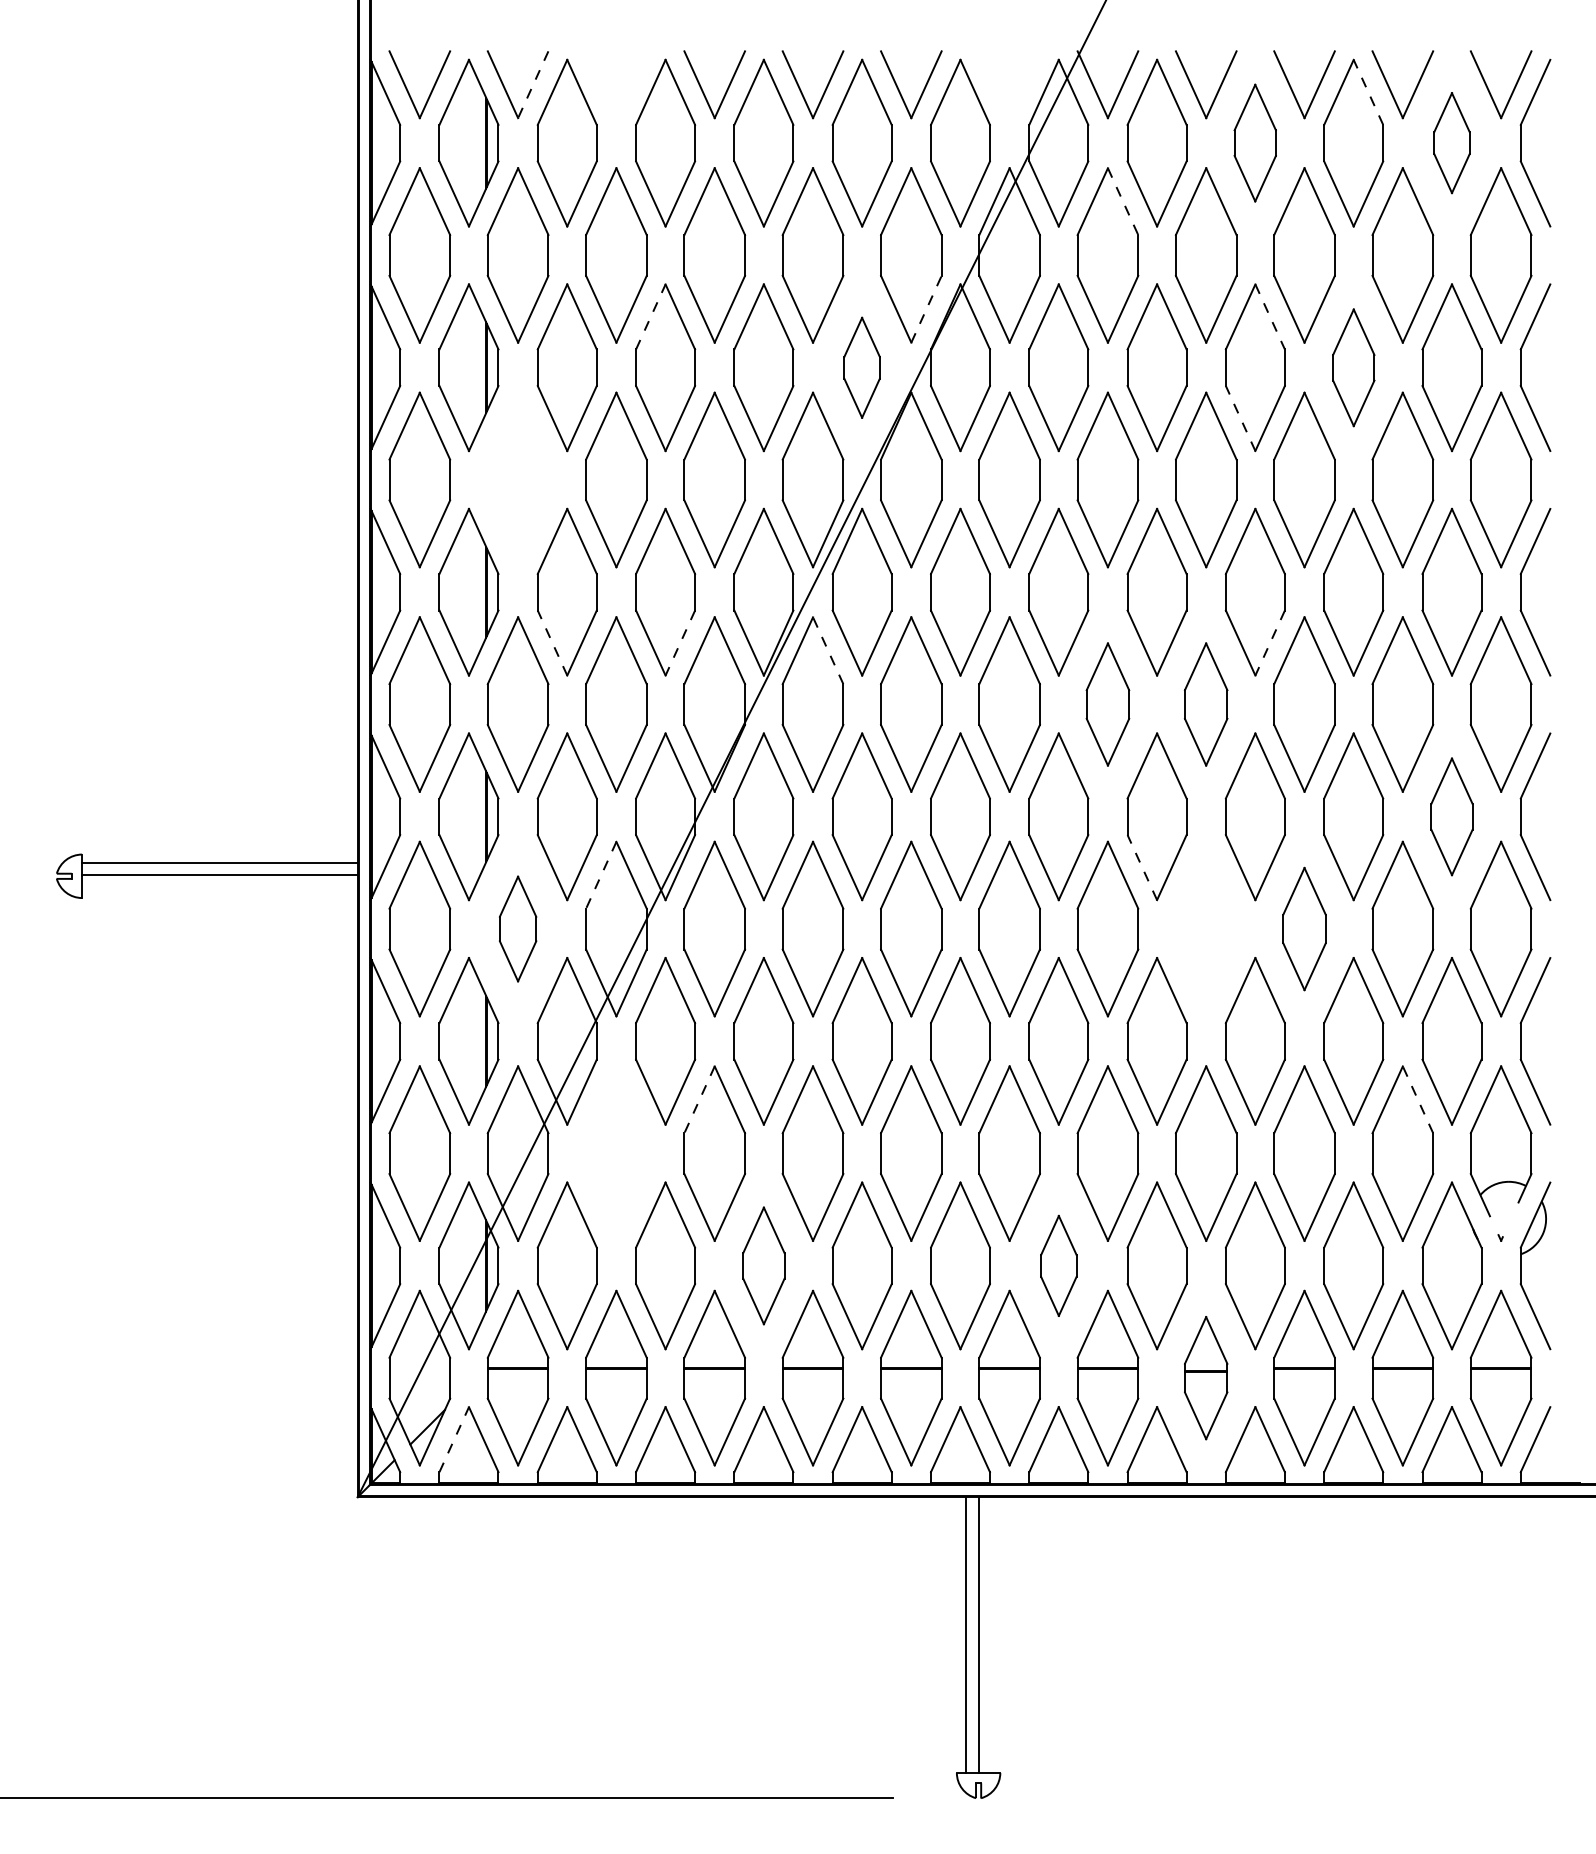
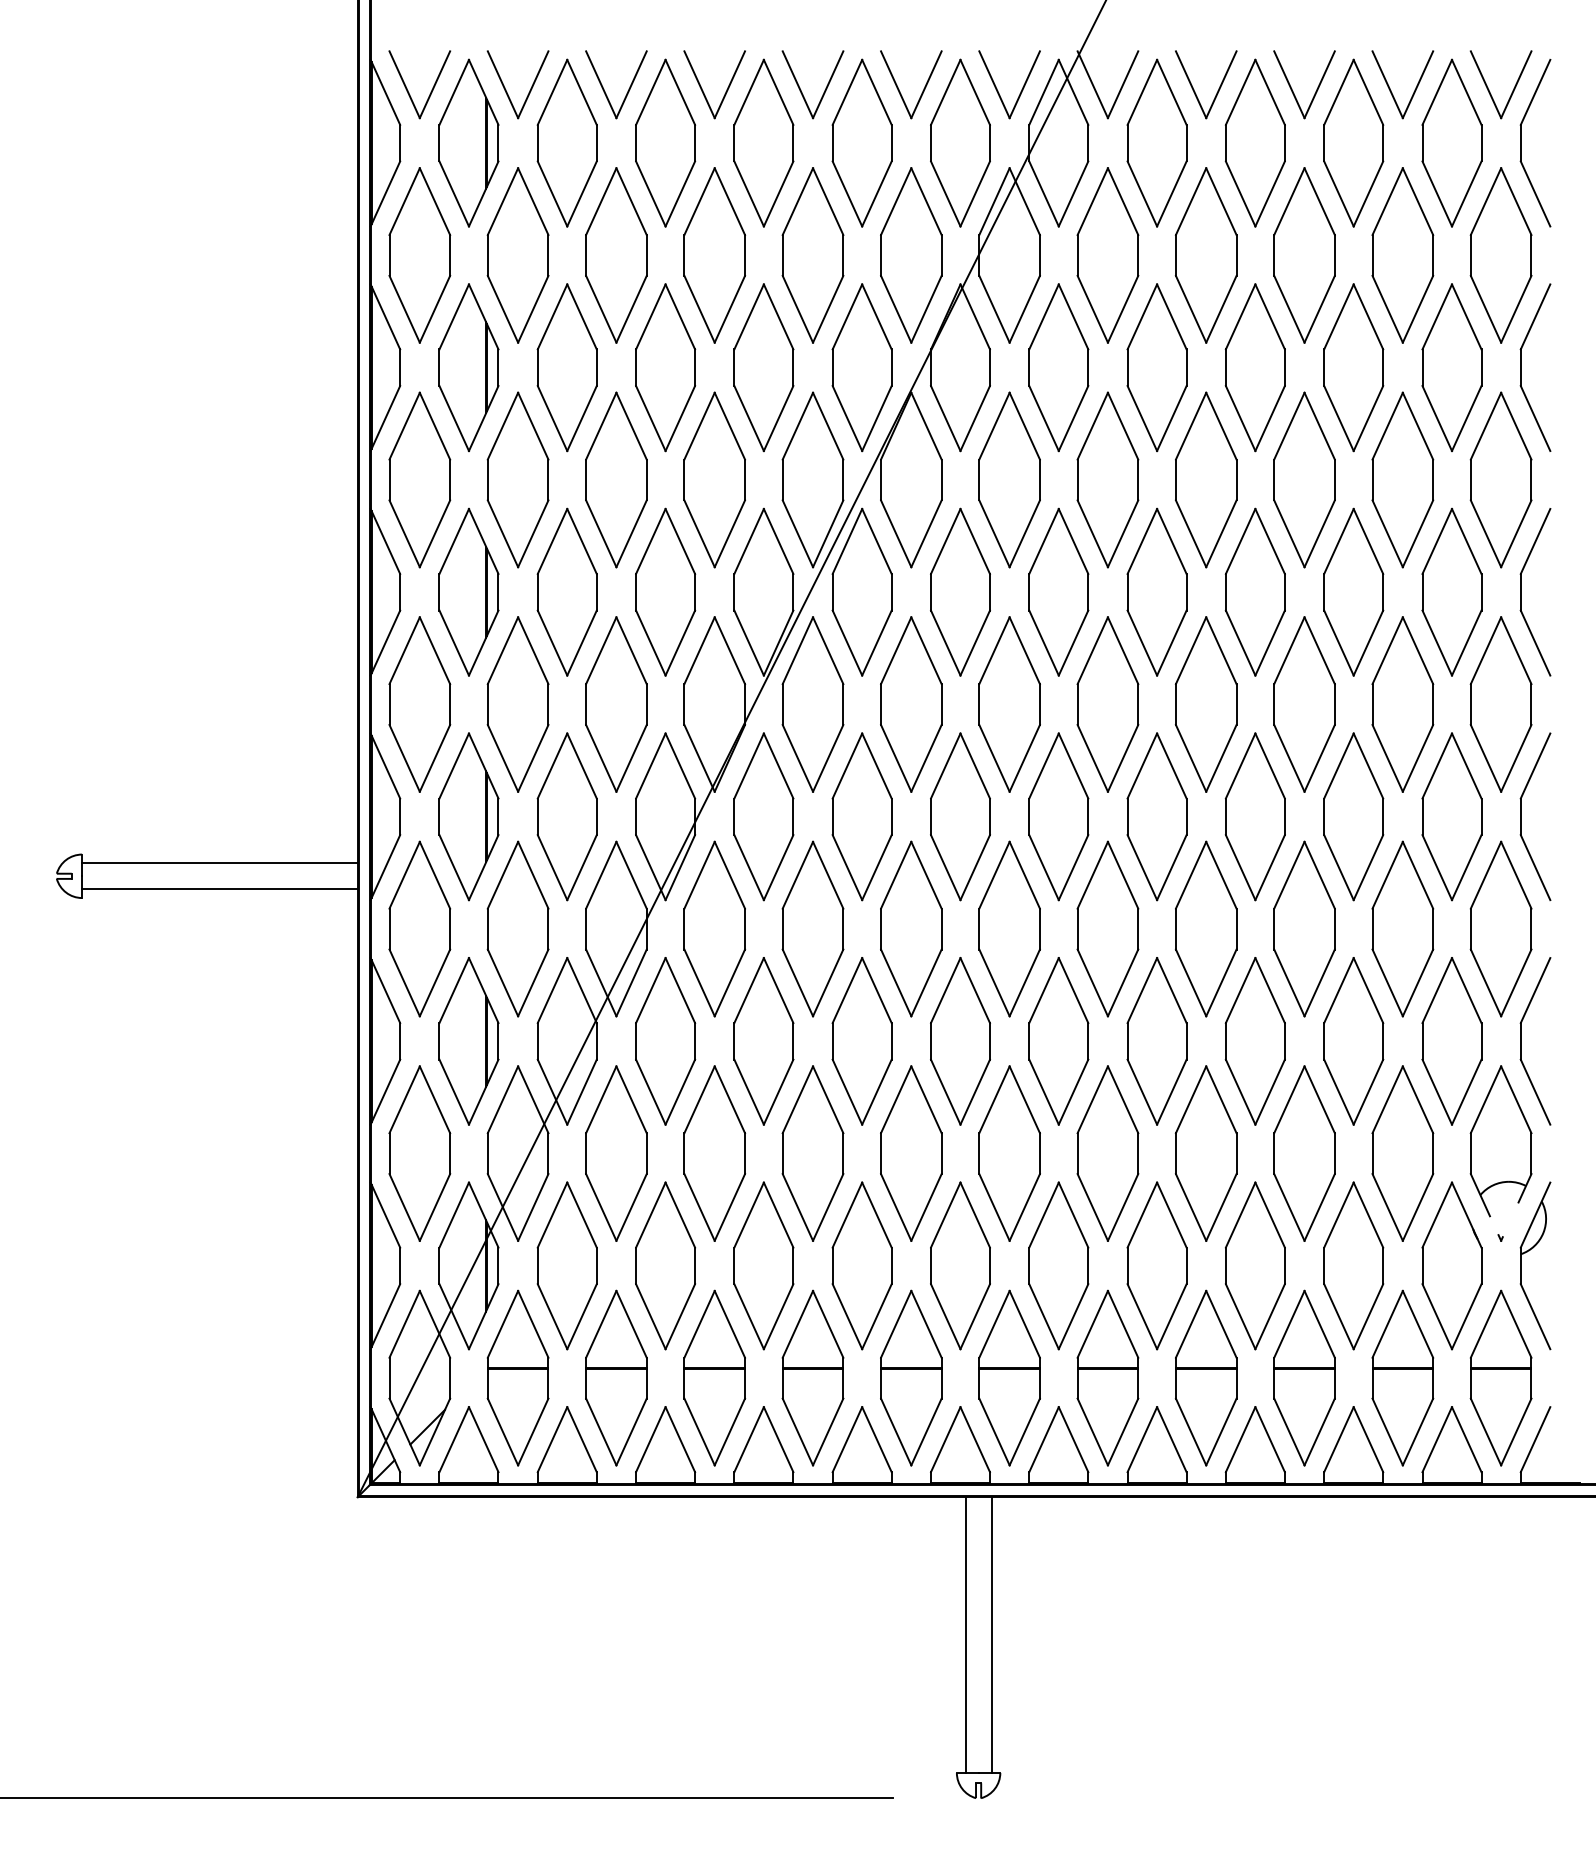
line at (533, 84): dashed -> solid
part at (628, 88): none -> present
part at (998, 90): none -> present
line at (1368, 92): dashed -> solid
part at (1254, 142) size: 44x120 px -> 62x170 px
part at (1451, 143) size: 38x103 px -> 62x170 px
line at (1123, 201): dashed -> solid
line at (926, 309): dashed -> solid
line at (650, 316): dashed -> solid
line at (1270, 316): dashed -> solid
part at (861, 367) size: 38x103 px -> 62x170 px
part at (1353, 367) size: 44x120 px -> 62x170 px
line at (1240, 418): dashed -> solid
part at (517, 479): none -> present
line at (552, 643): dashed -> solid
line at (680, 643): dashed -> solid
line at (1270, 643): dashed -> solid
line at (828, 650): dashed -> solid
part at (1107, 704) size: 46x125 px -> 64x177 px
part at (1205, 704) size: 46x125 px -> 64x177 px
part at (1451, 816) size: 44x120 px -> 62x170 px
line at (1142, 867): dashed -> solid
line at (219, 875) position: (219, 875) -> (219, 889)
line at (601, 875): dashed -> solid
part at (518, 928) size: 39x108 px -> 64x178 px
part at (1205, 928): none -> present
part at (1304, 928) size: 45x126 px -> 63x178 px
line at (699, 1099): dashed -> solid
line at (1418, 1099): dashed -> solid
part at (616, 1153): none -> present
part at (763, 1265) size: 44x120 px -> 62x170 px
part at (1058, 1265) size: 38x103 px -> 62x170 px
part at (1206, 1378) size: 45x125 px -> 64x178 px
line at (454, 1439): dashed -> solid
line at (978, 1634) position: (978, 1634) -> (991, 1634)
